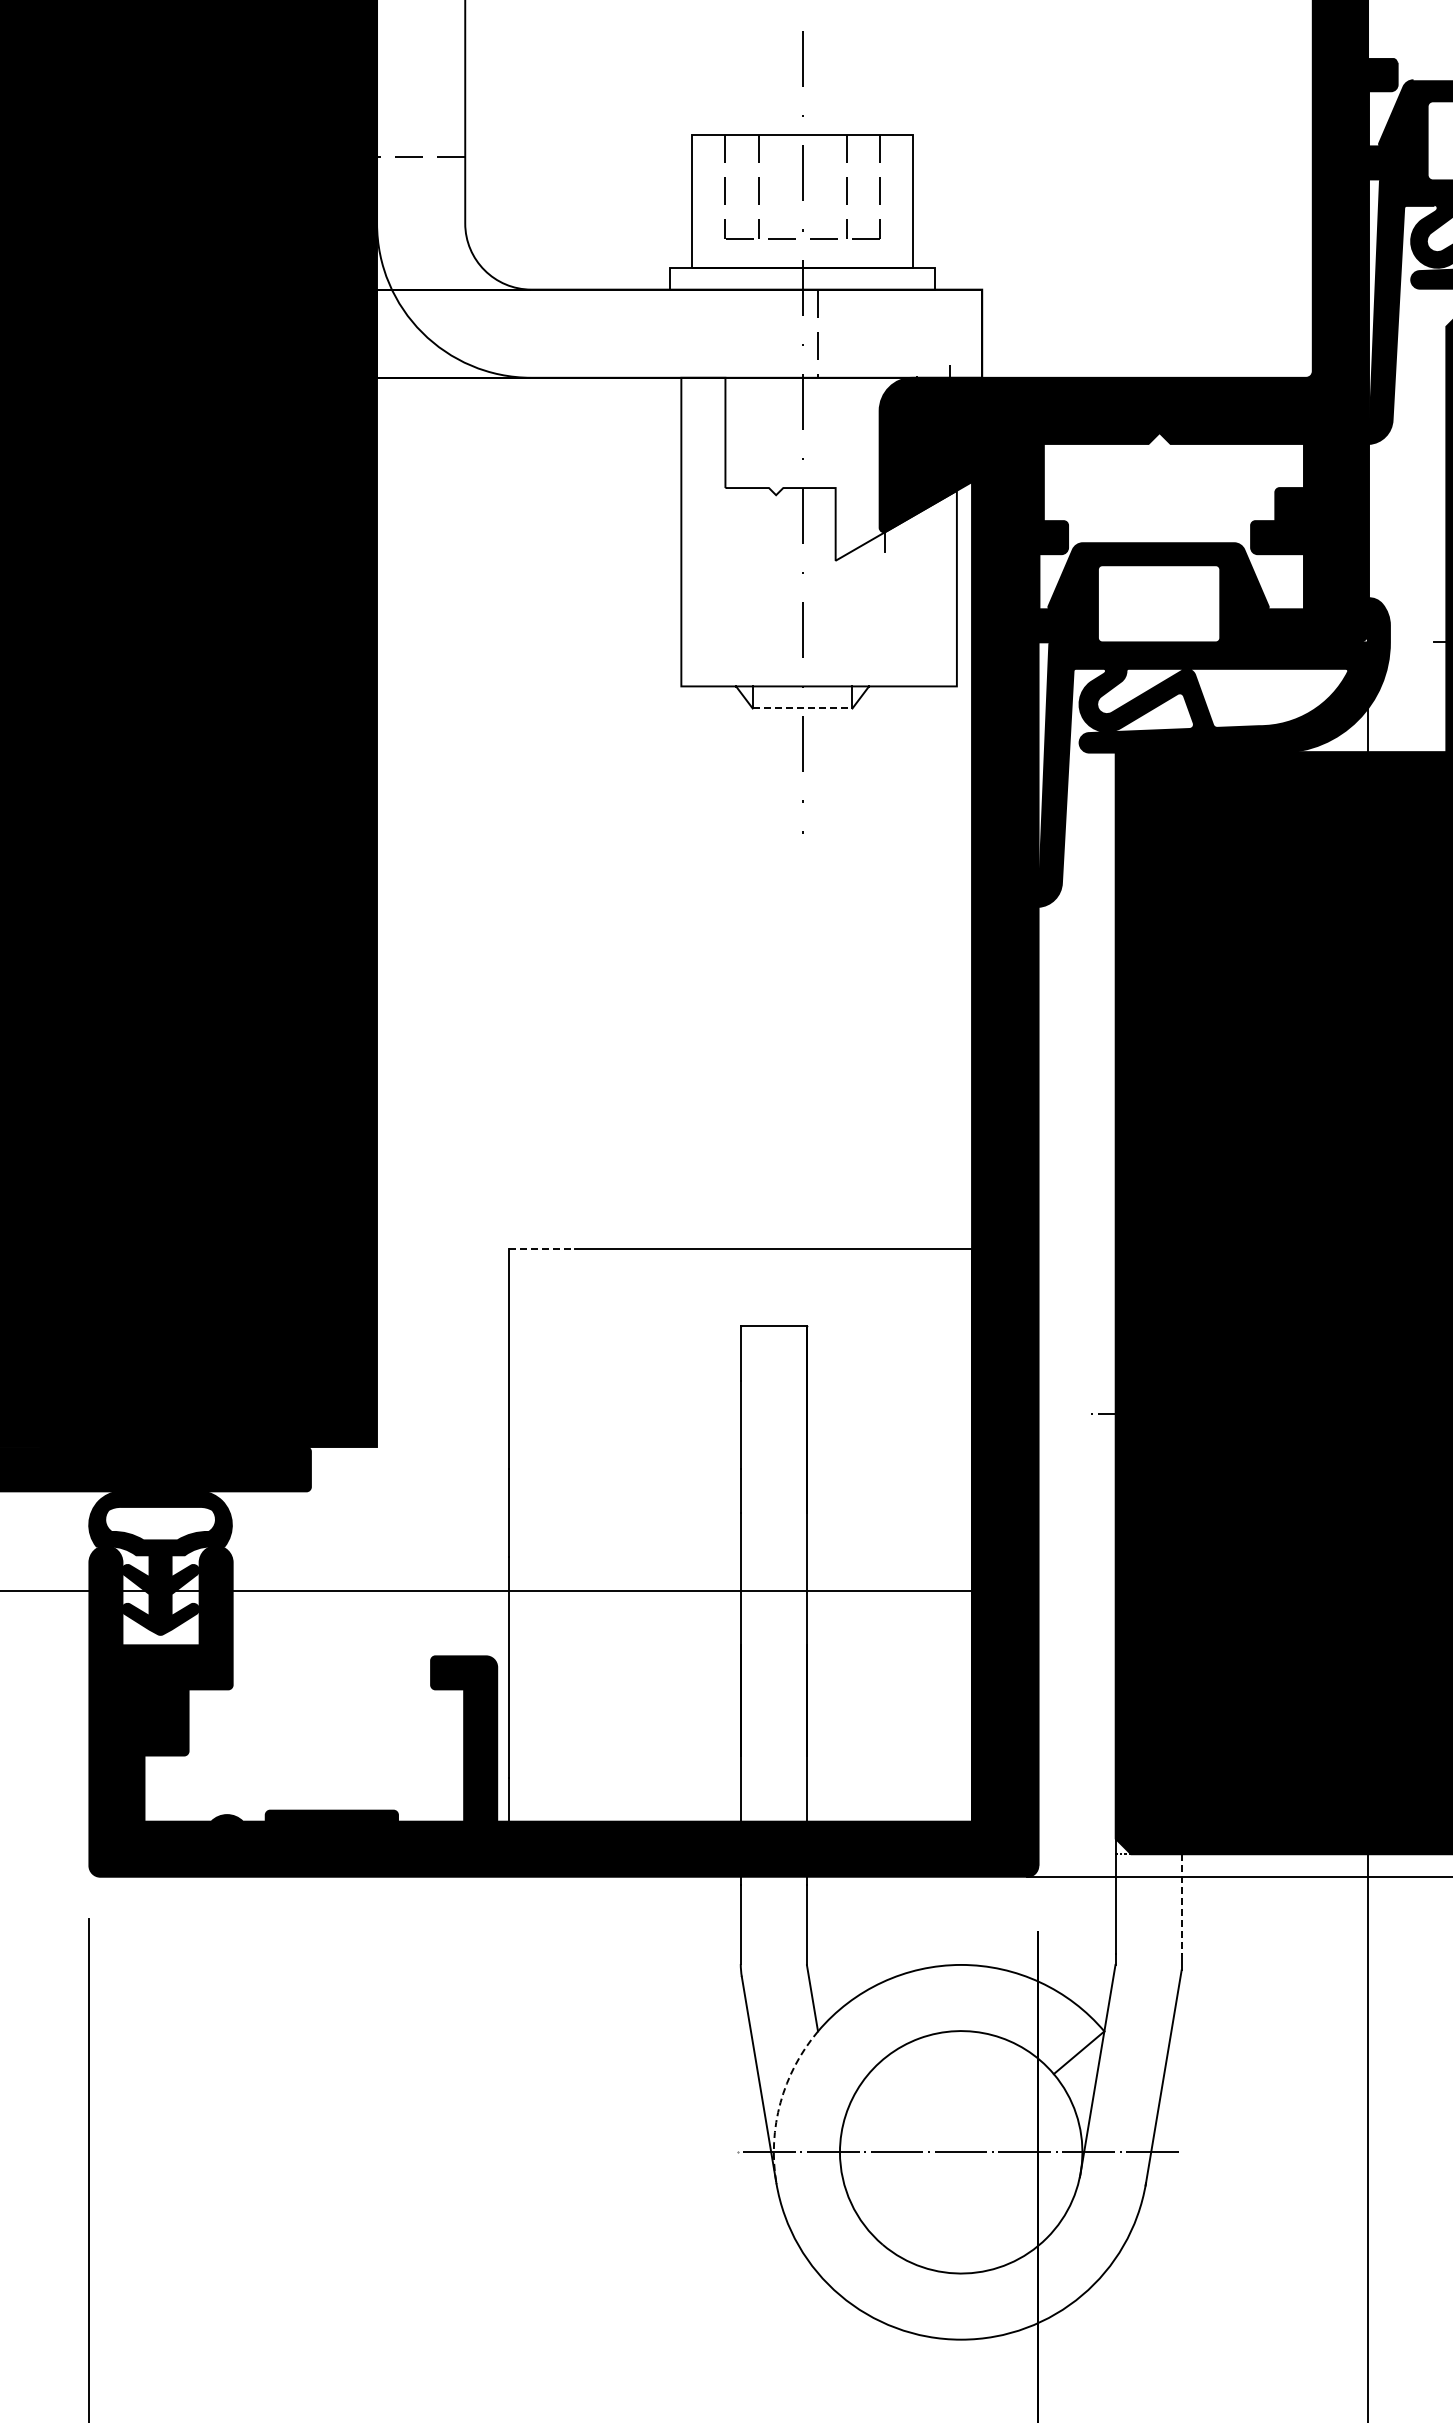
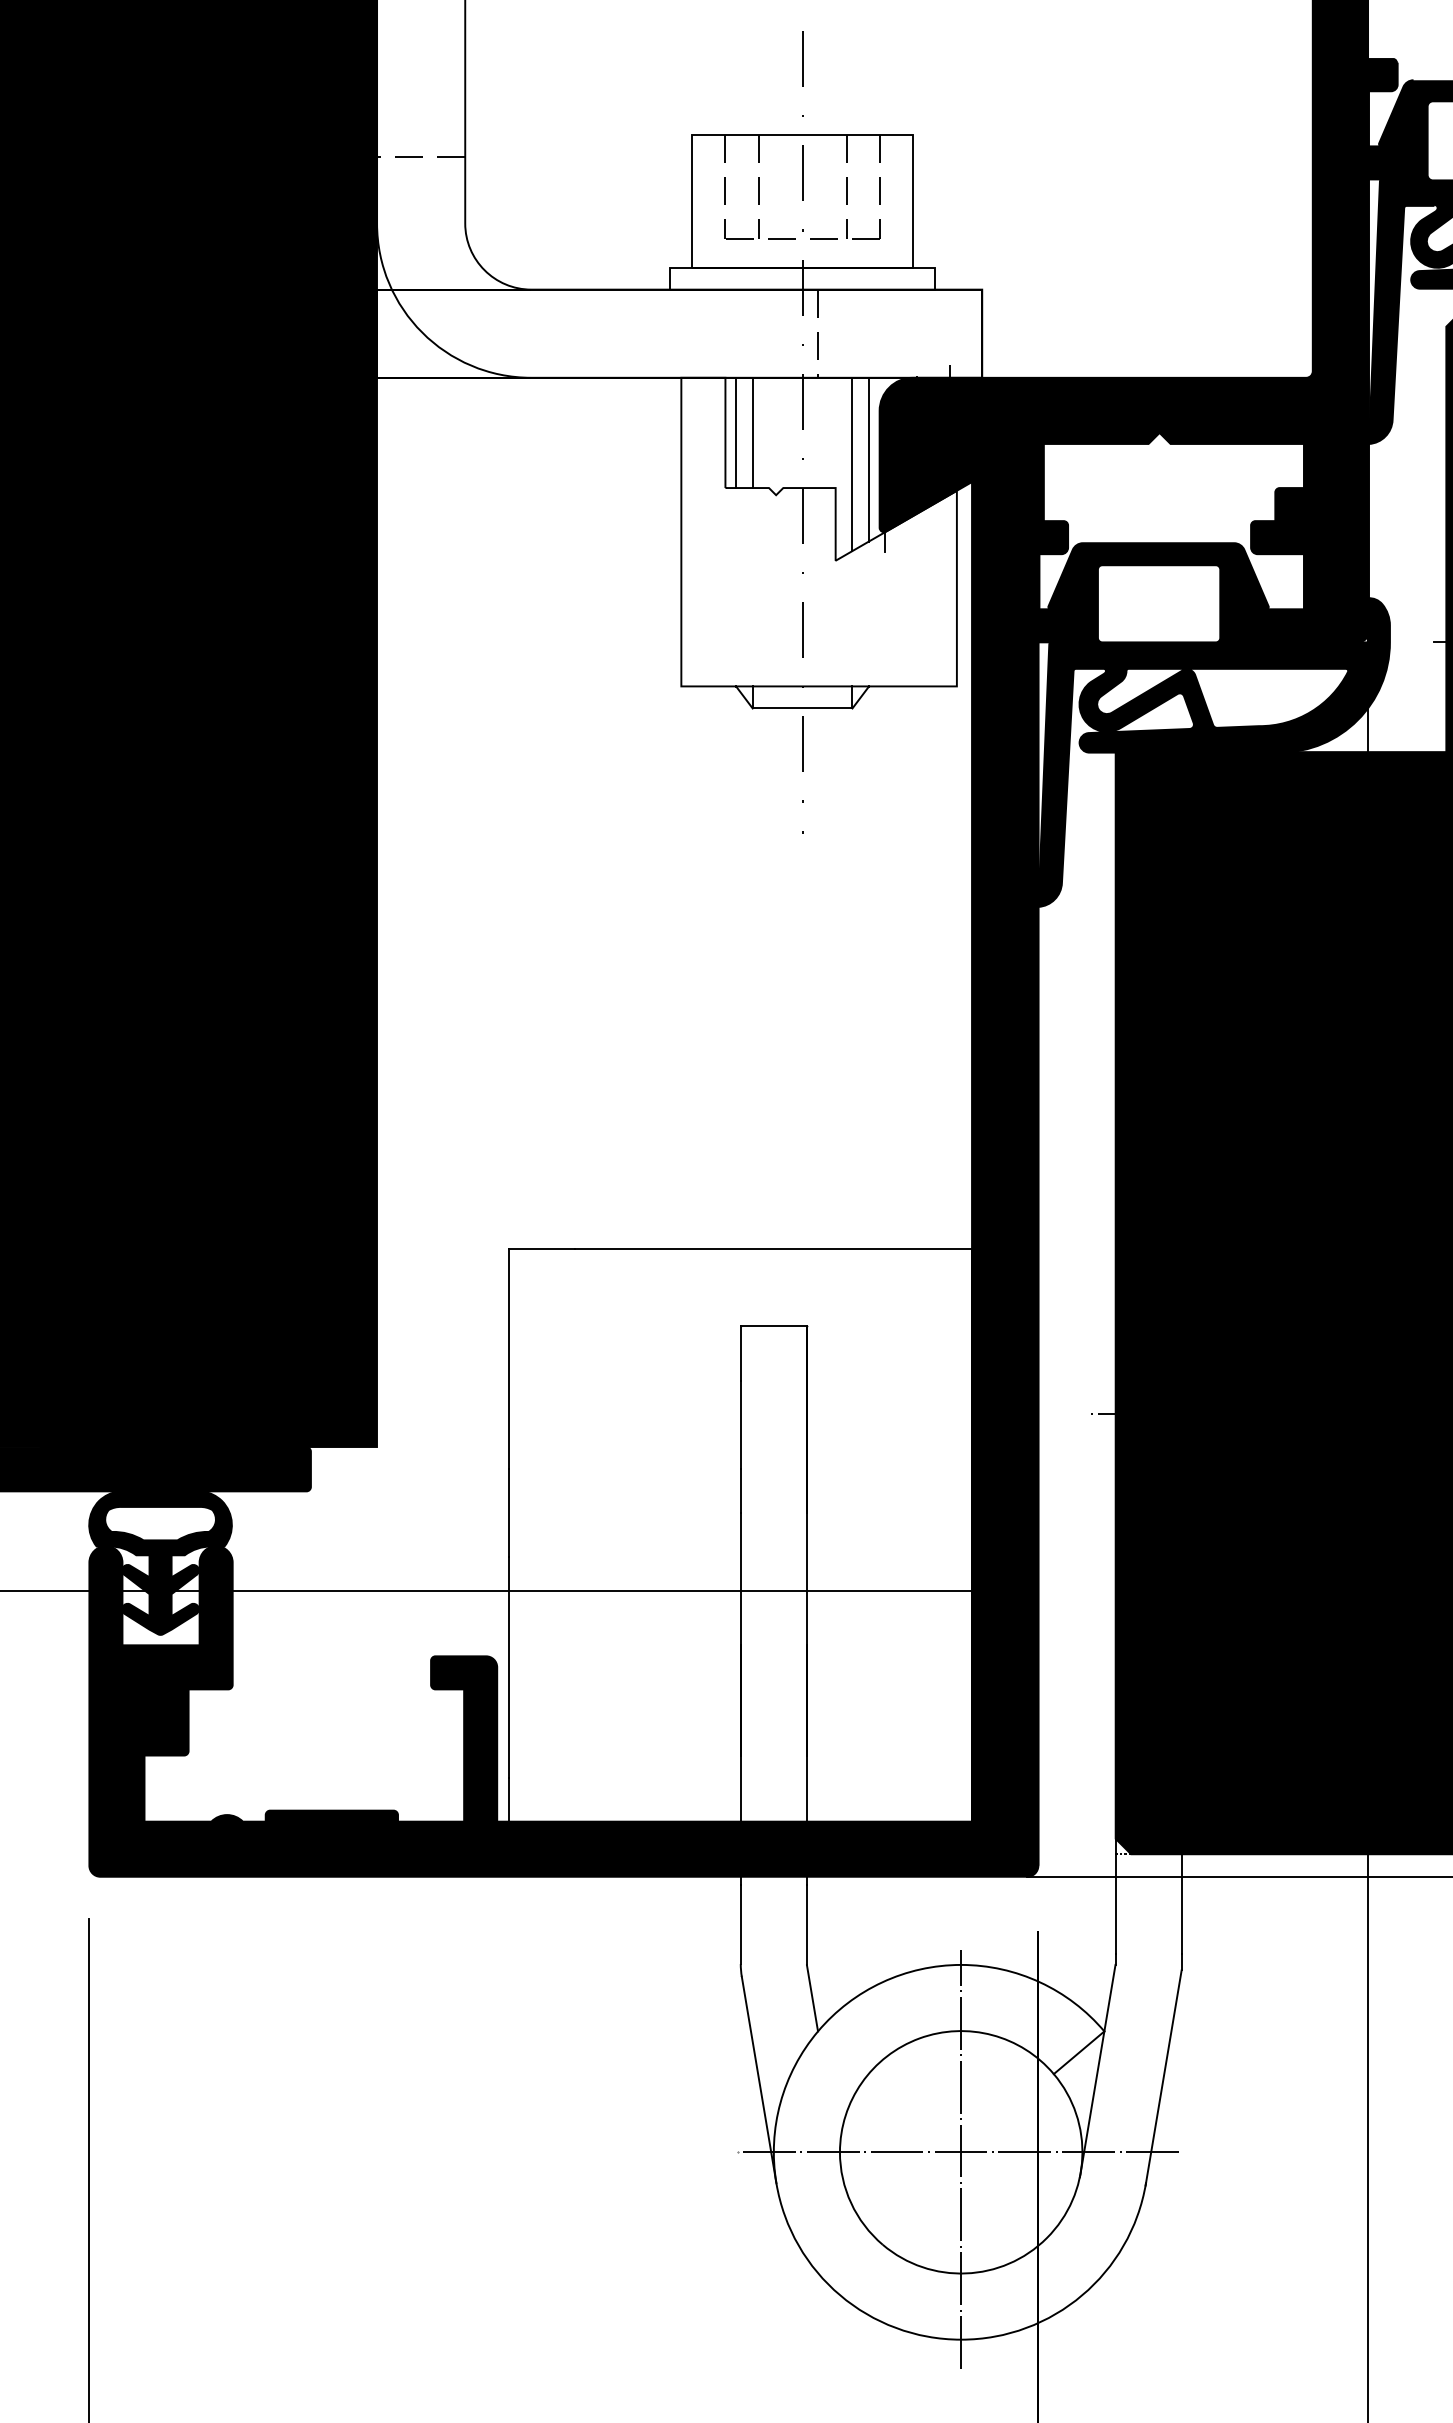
line at (736, 432): none -> present
line at (752, 432): none -> present
line at (868, 459): none -> present
line at (852, 464): none -> present
line at (802, 708): dashed -> solid
line at (542, 1248): dashed -> solid
line at (1181, 1904): dashed -> solid
arc at (780, 2102): dashed -> solid
line at (961, 2159): none -> present
